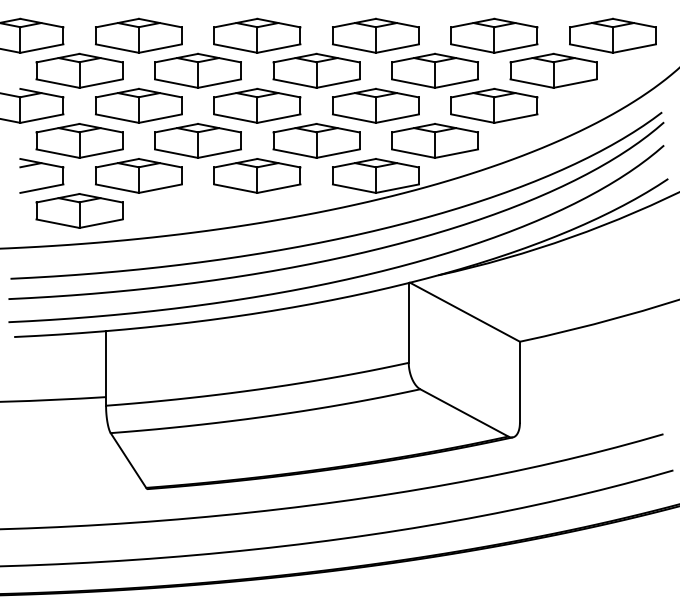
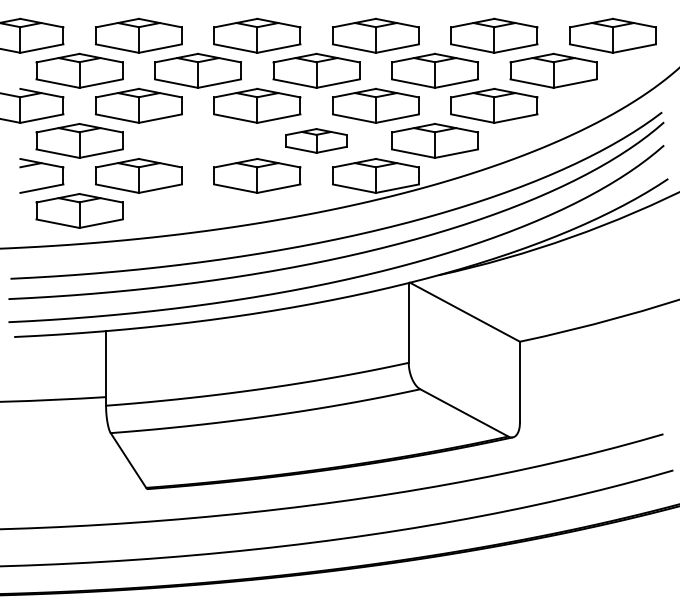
part at (197, 140): present -> none
part at (316, 140) size: 89x36 px -> 63x26 px
